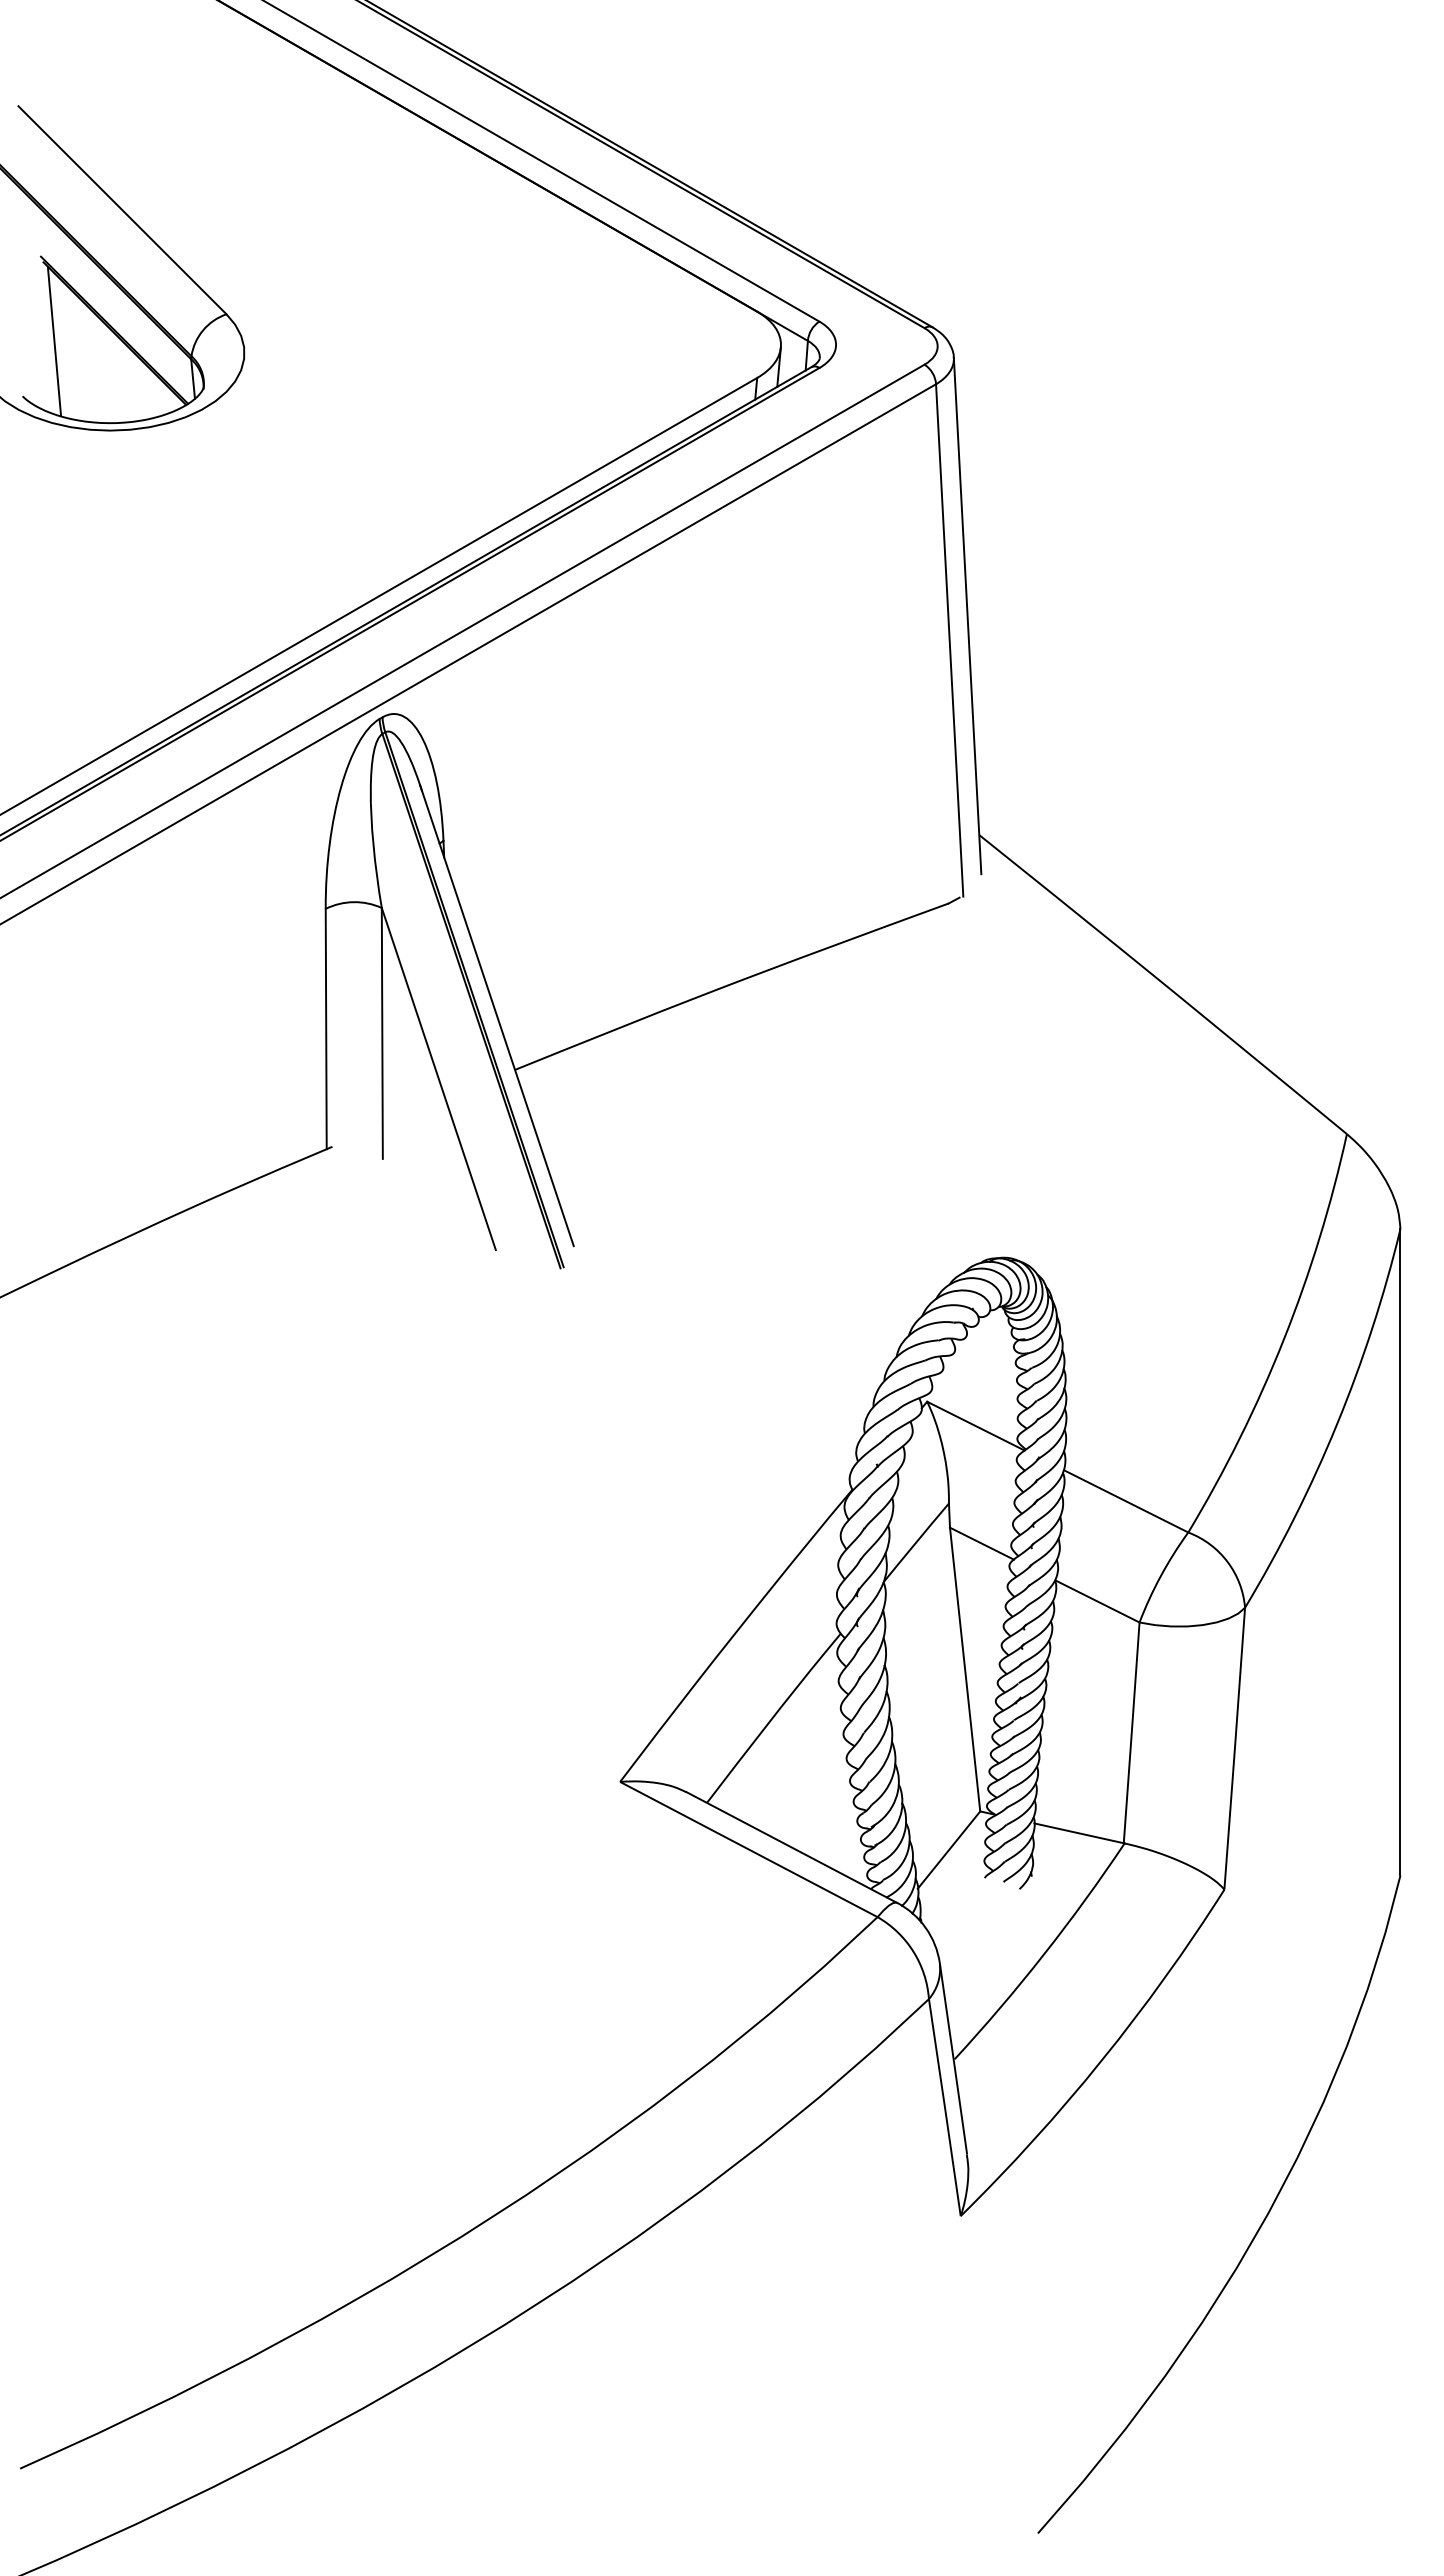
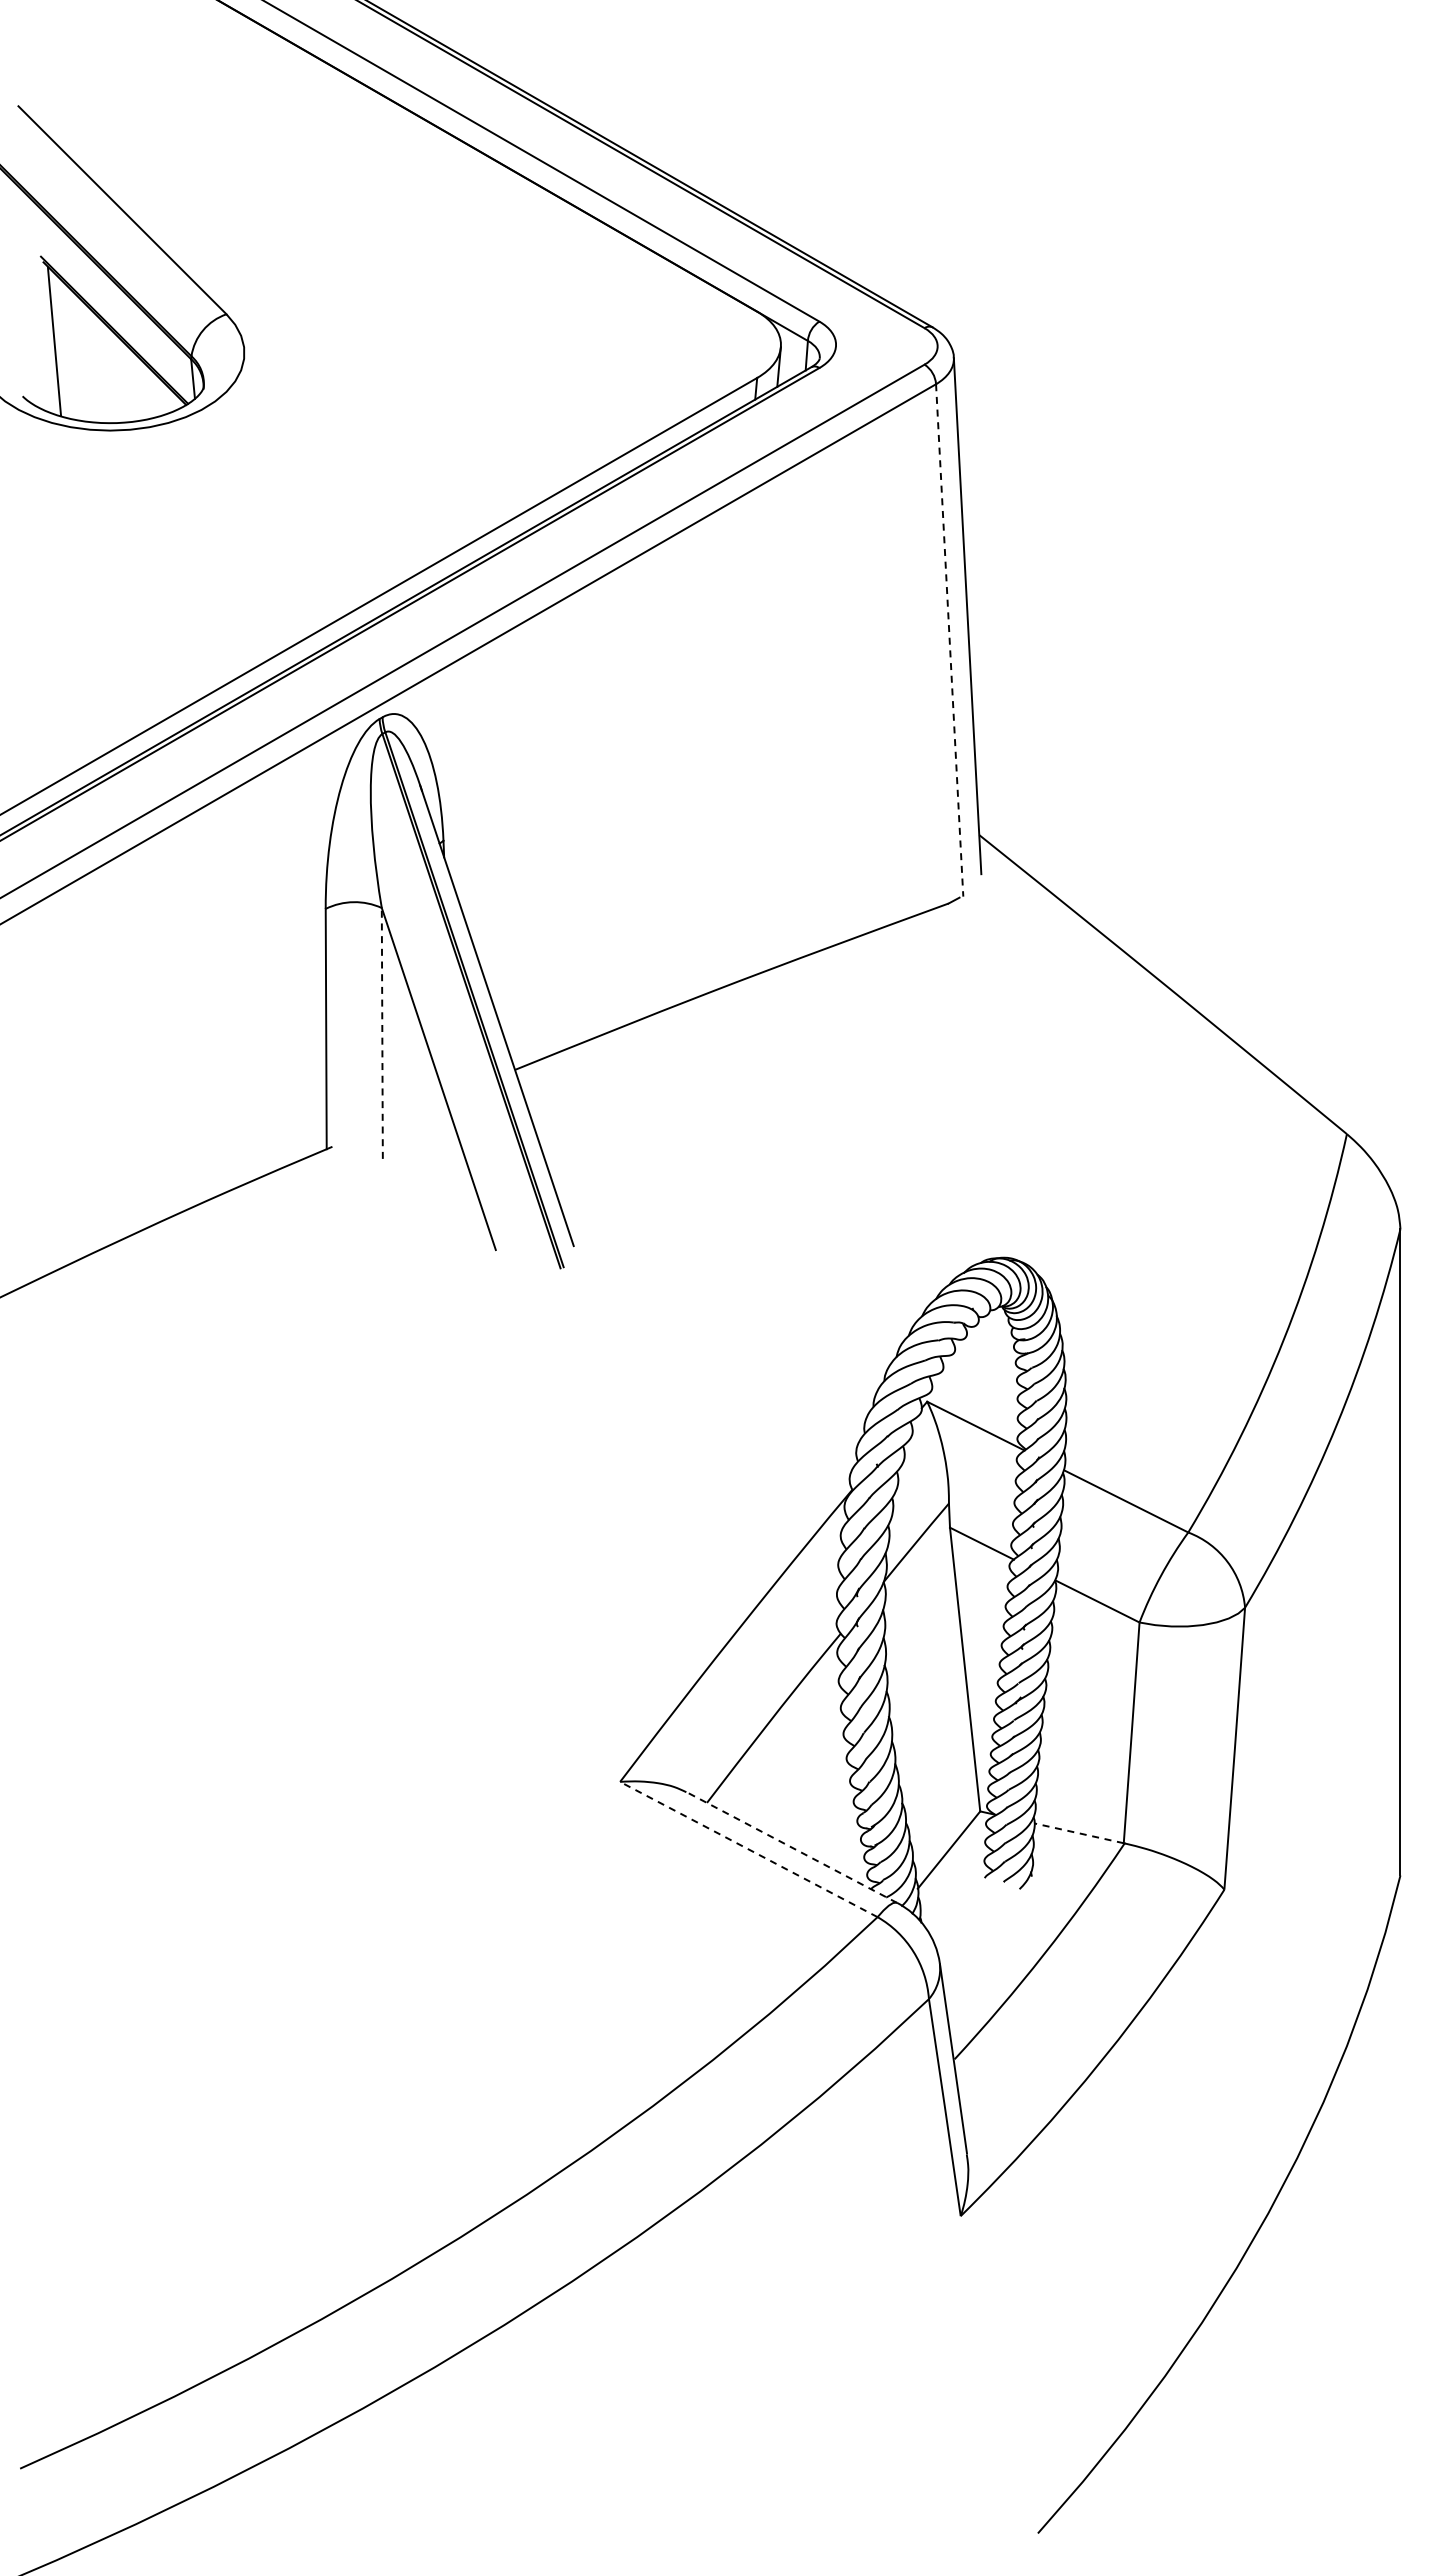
line at (949, 640): solid -> dashed
line at (382, 1032): solid -> dashed
line at (1079, 1833): solid -> dashed
line at (791, 1847): solid -> dashed
line at (747, 1848): solid -> dashed
